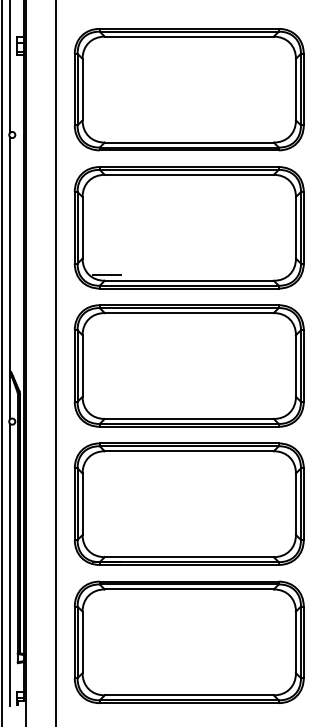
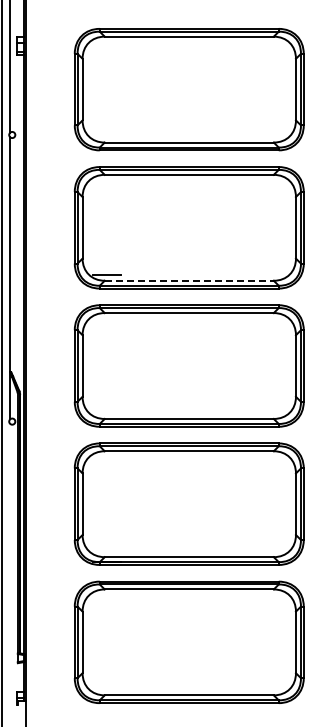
line at (189, 280): solid -> dashed
line at (56, 362): present -> none
line at (10, 564): present -> none
